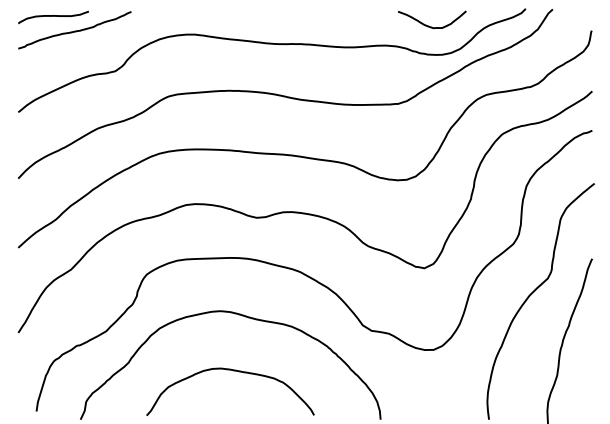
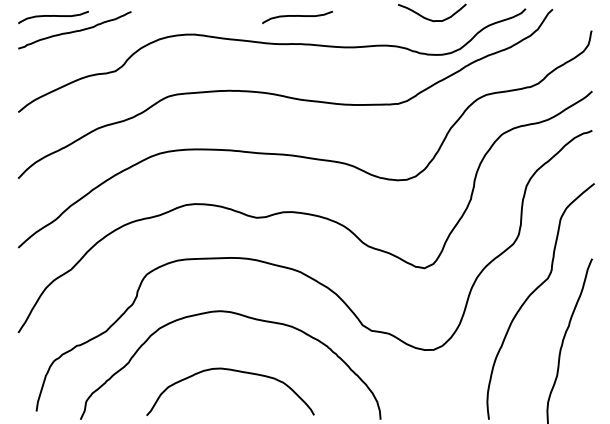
curve at (297, 16): none -> present
curve at (429, 25) position: (429, 25) -> (429, 18)
